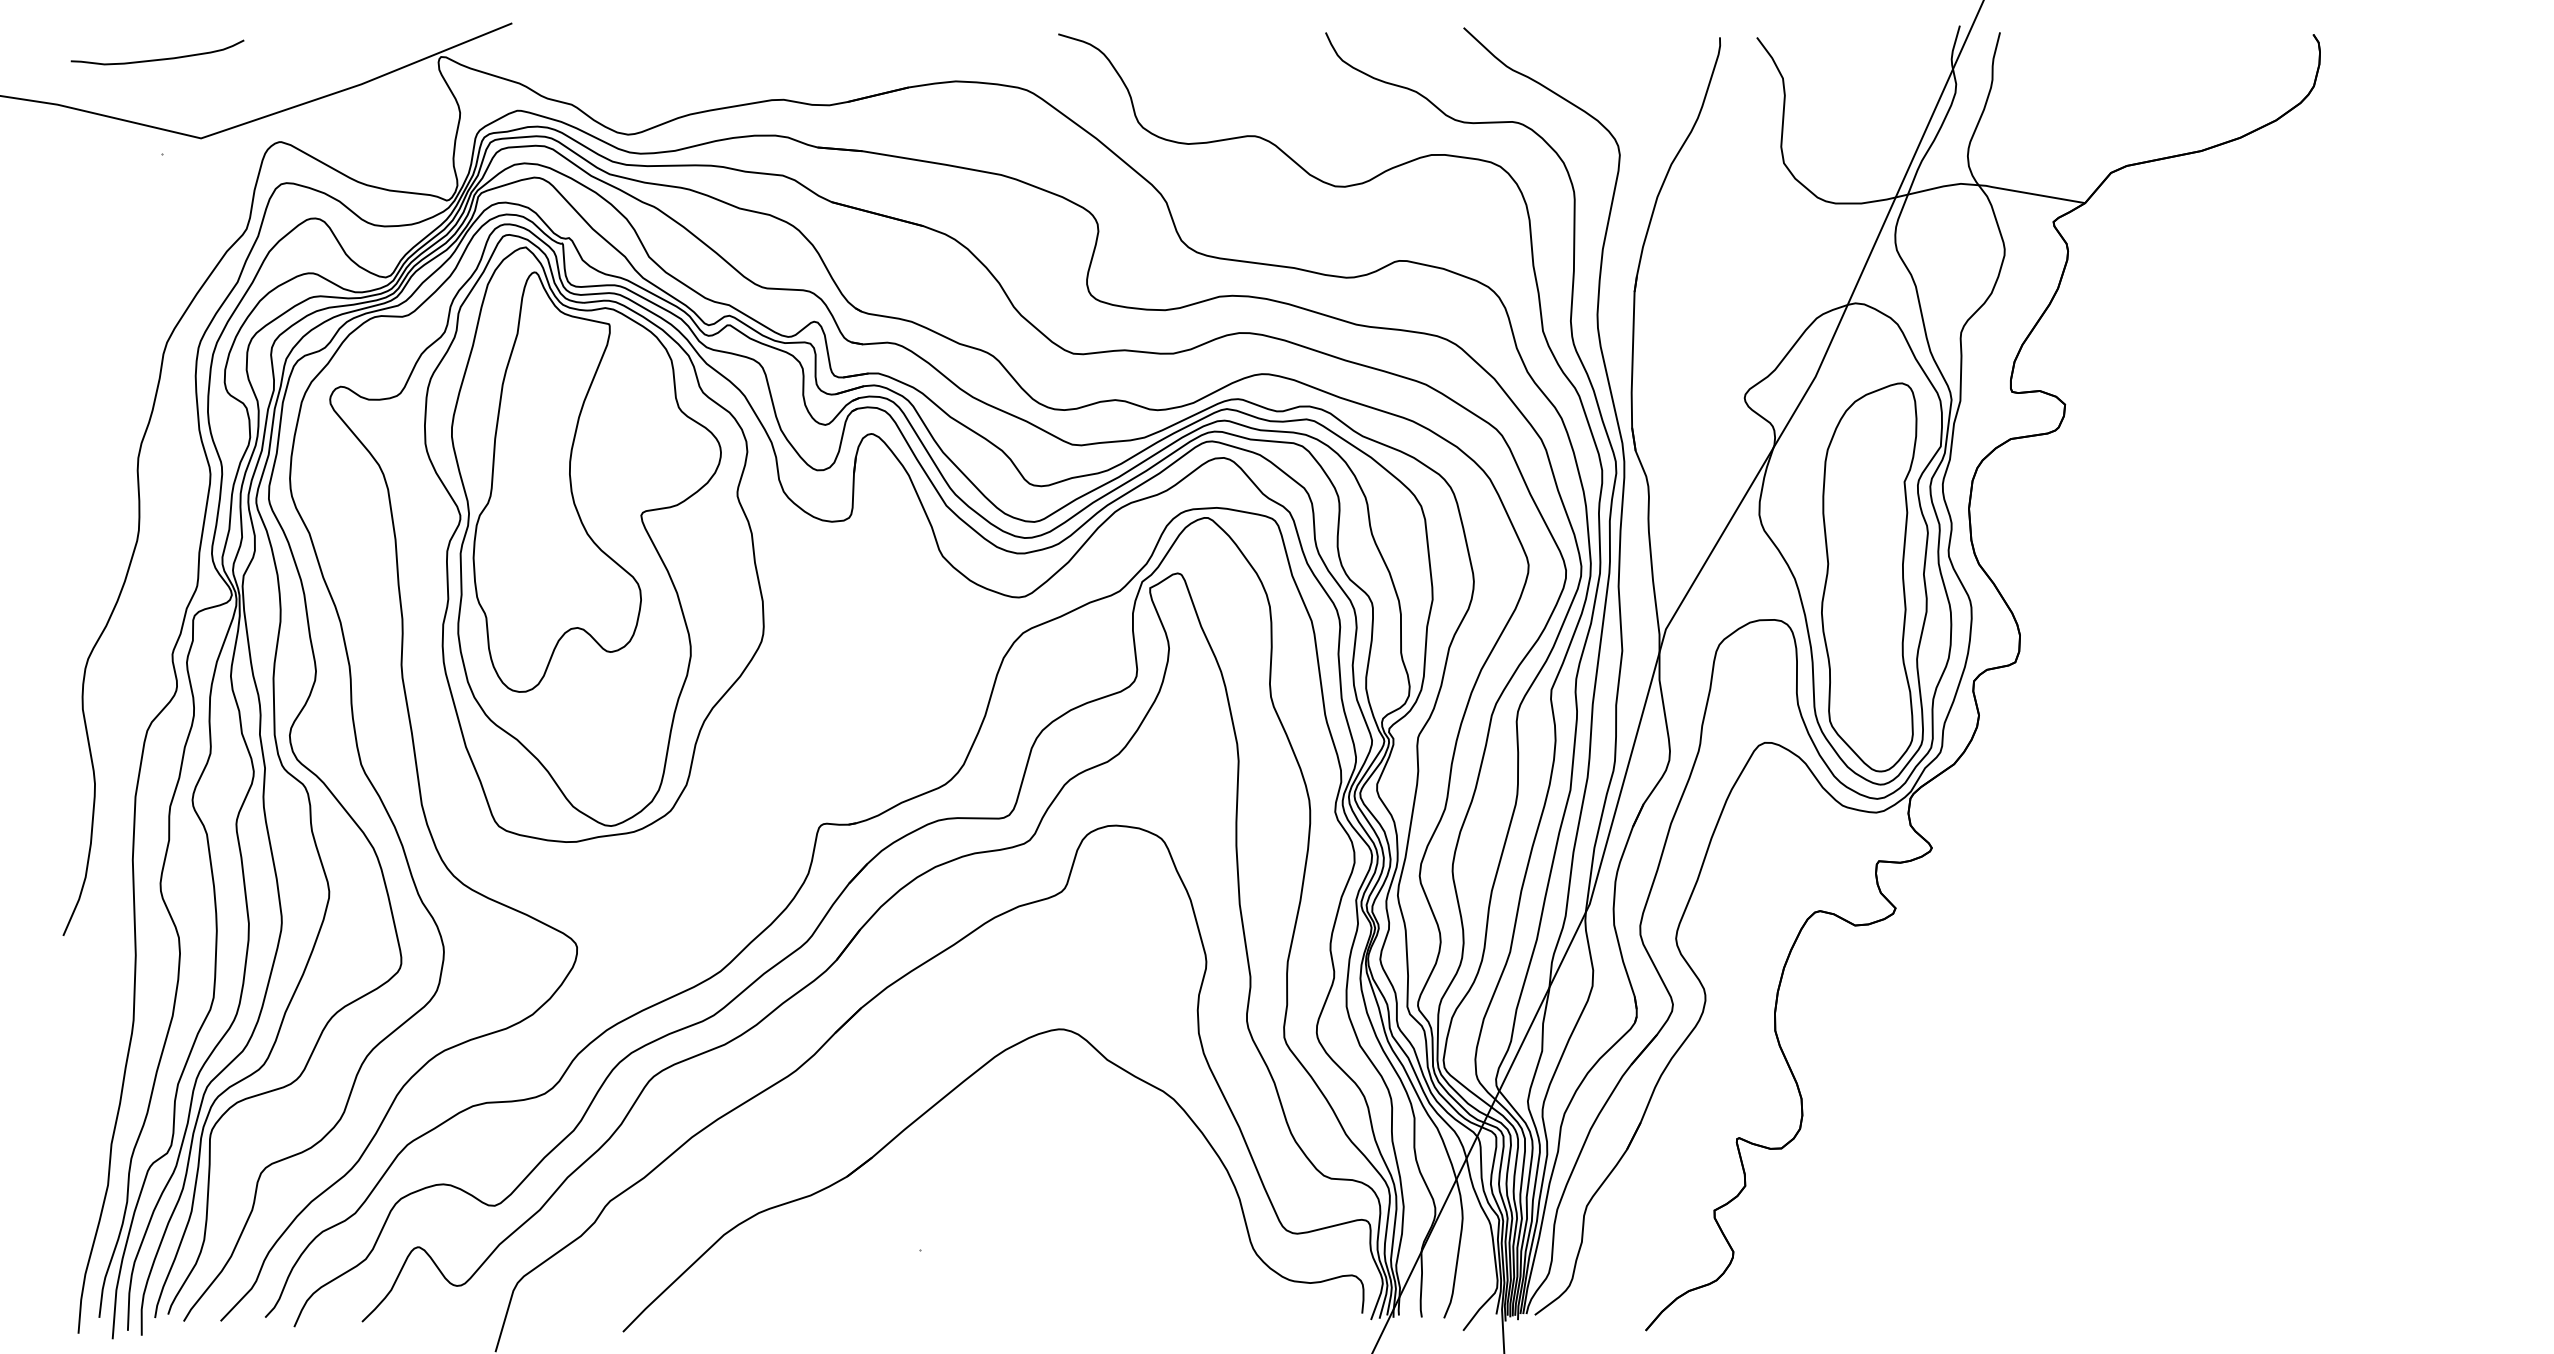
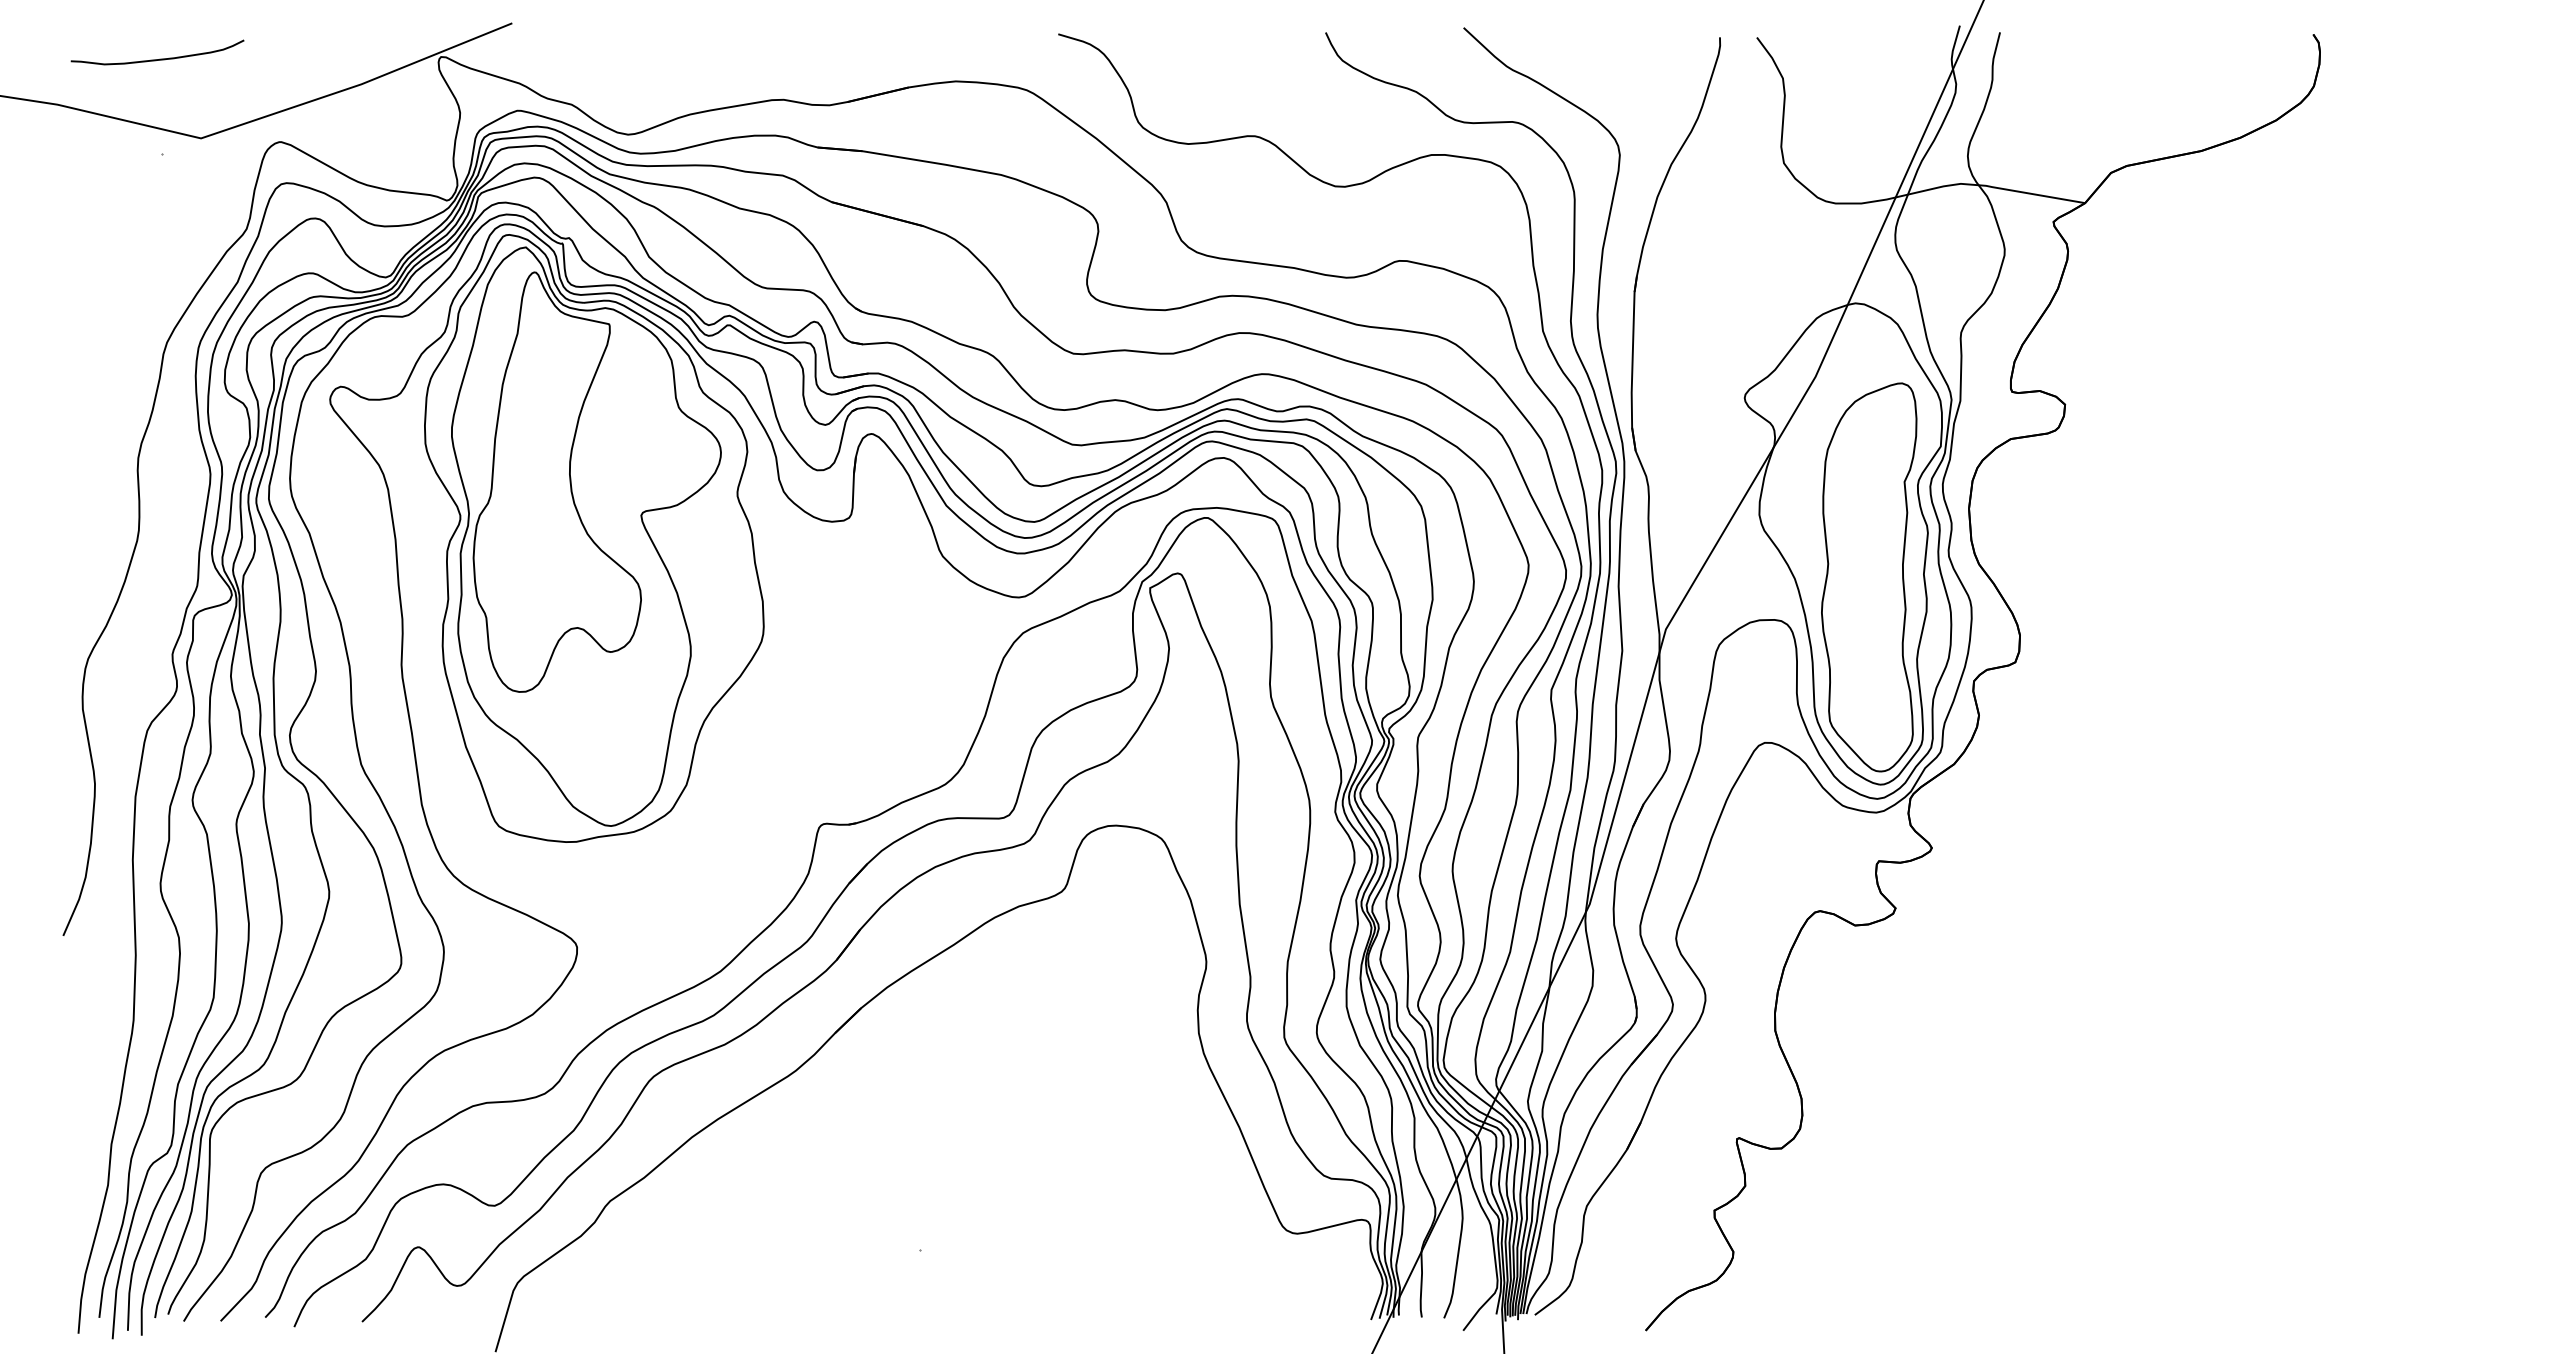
part at (932, 1108): present -> none
